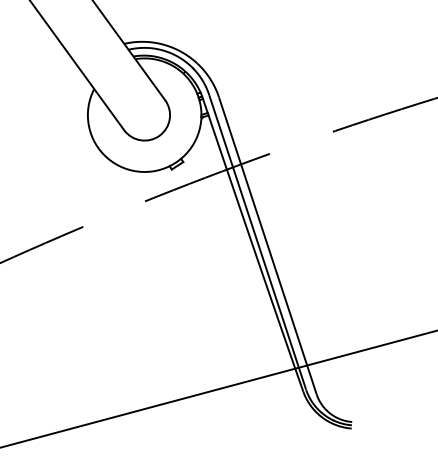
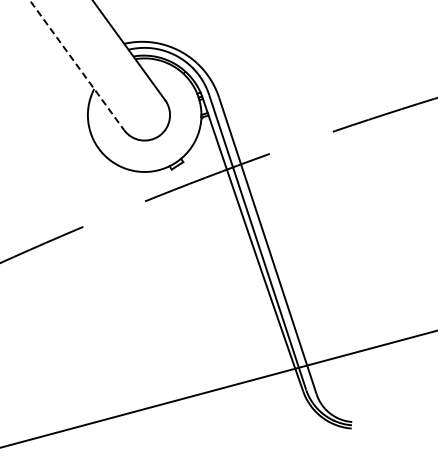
line at (77, 65): solid -> dashed
